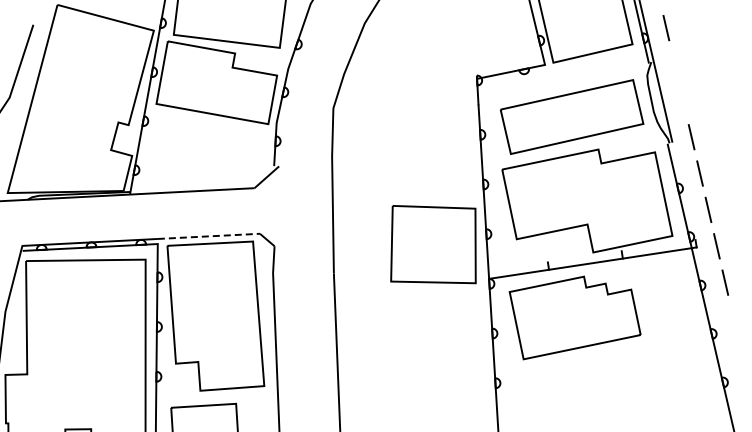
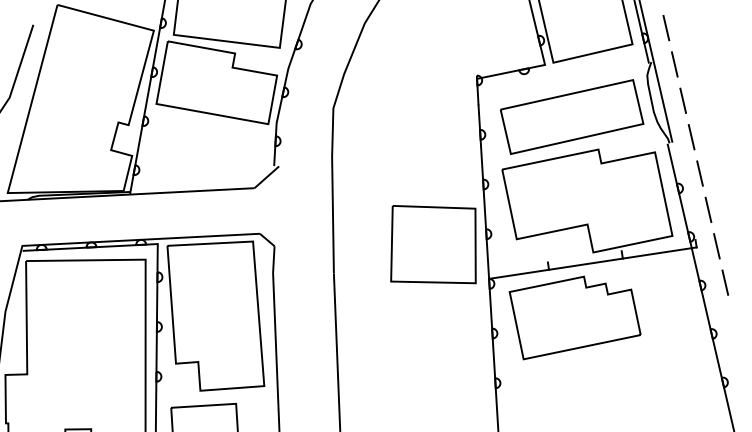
line at (674, 64): none -> present
line at (683, 100): none -> present
line at (209, 236): dashed -> solid
